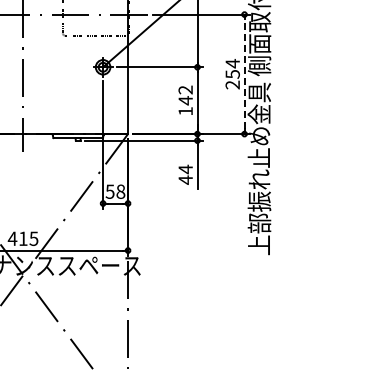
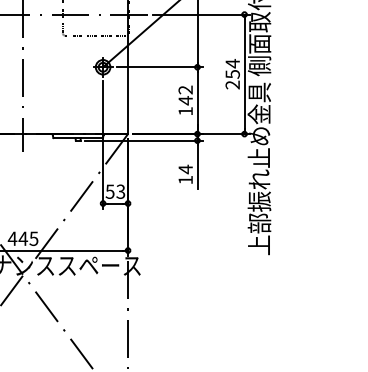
line at (244, 73): dashed -> solid
text at (185, 179): 44 -> 14
text at (120, 191): 58 -> 53
text at (23, 238): 415 -> 445
